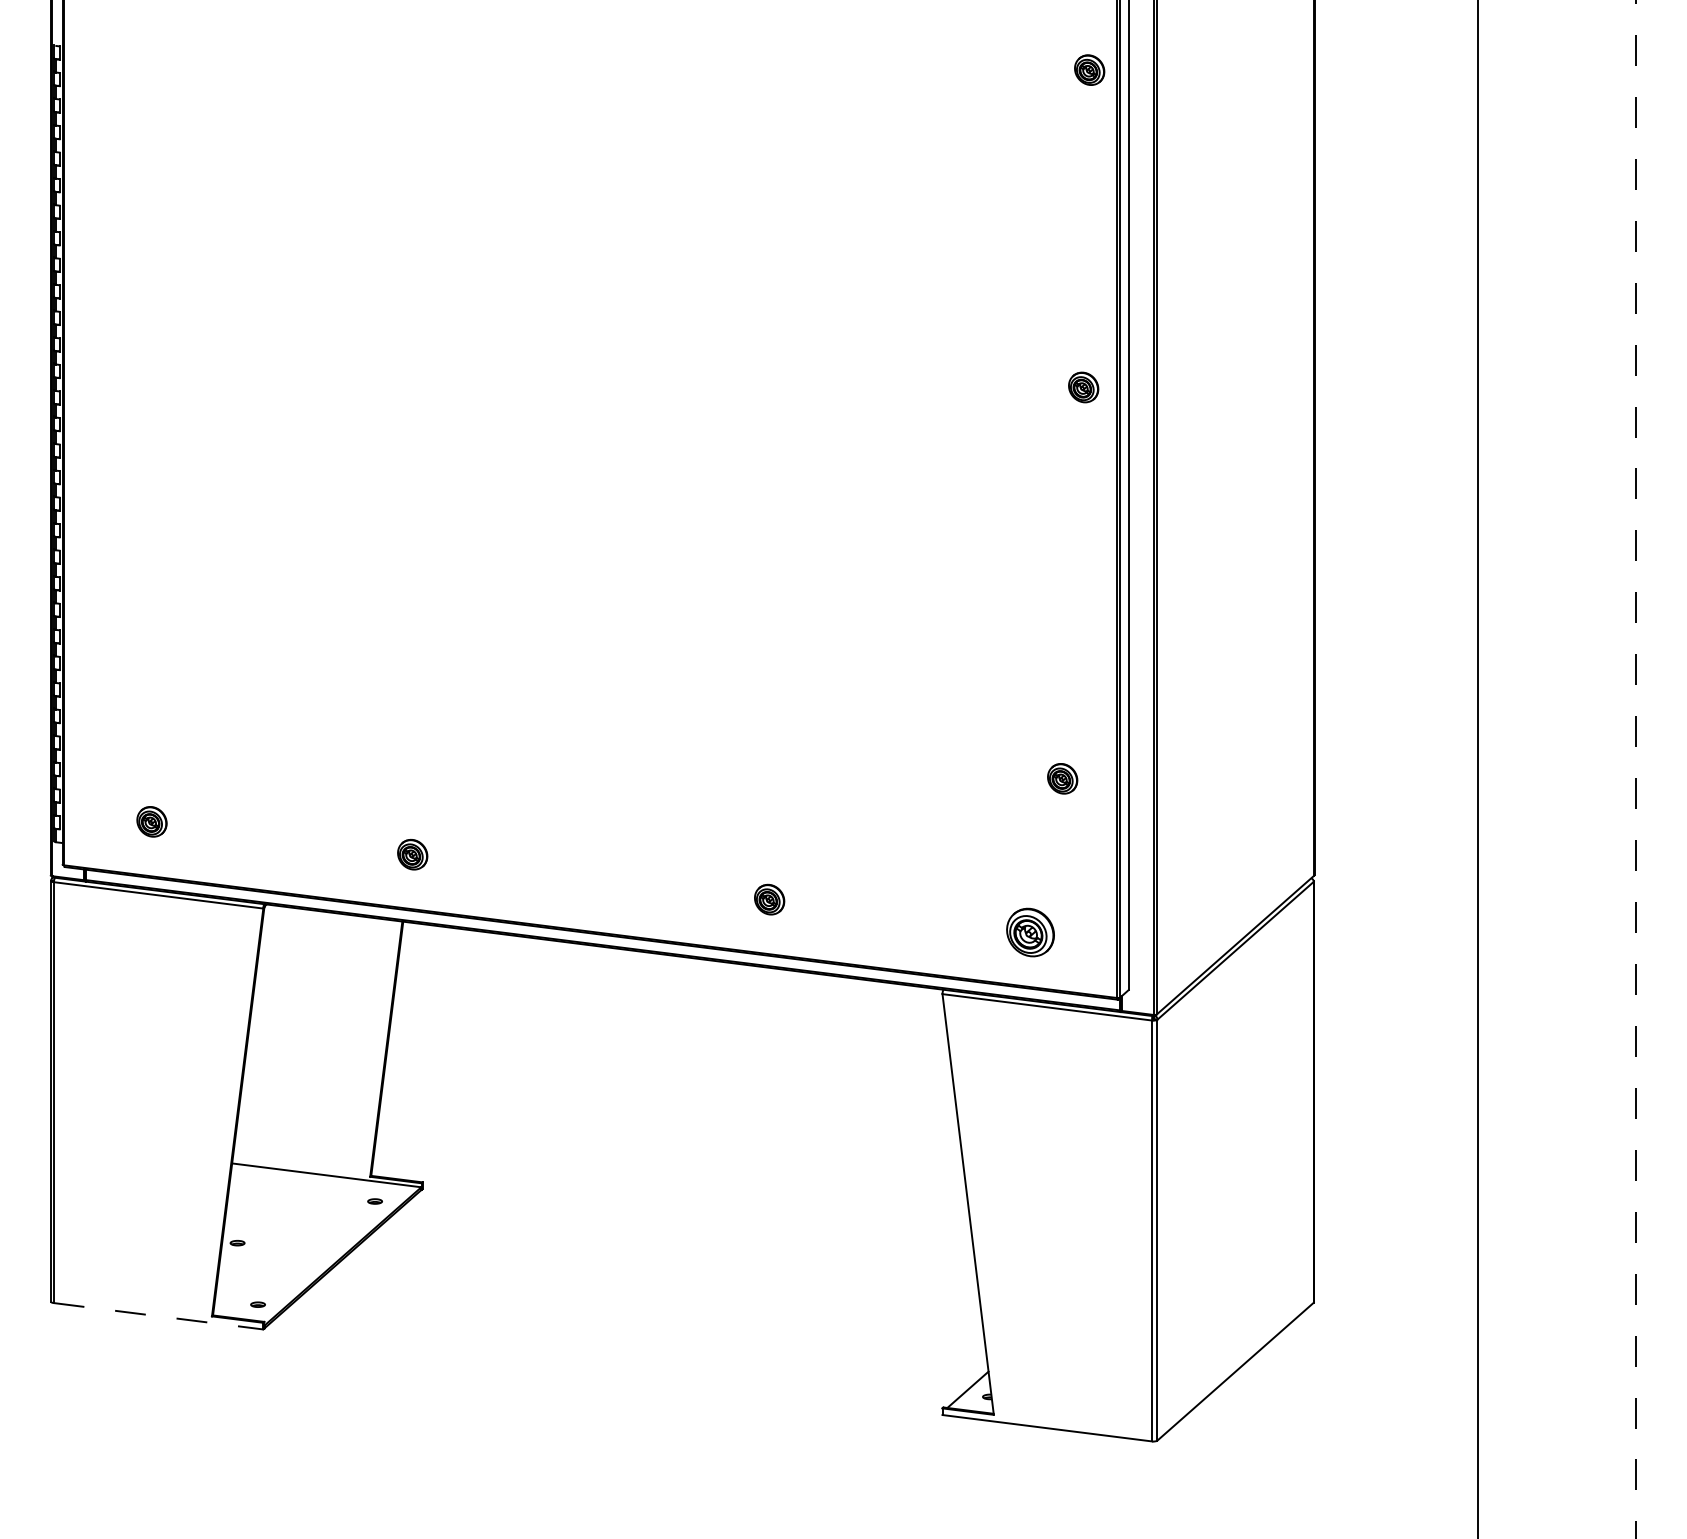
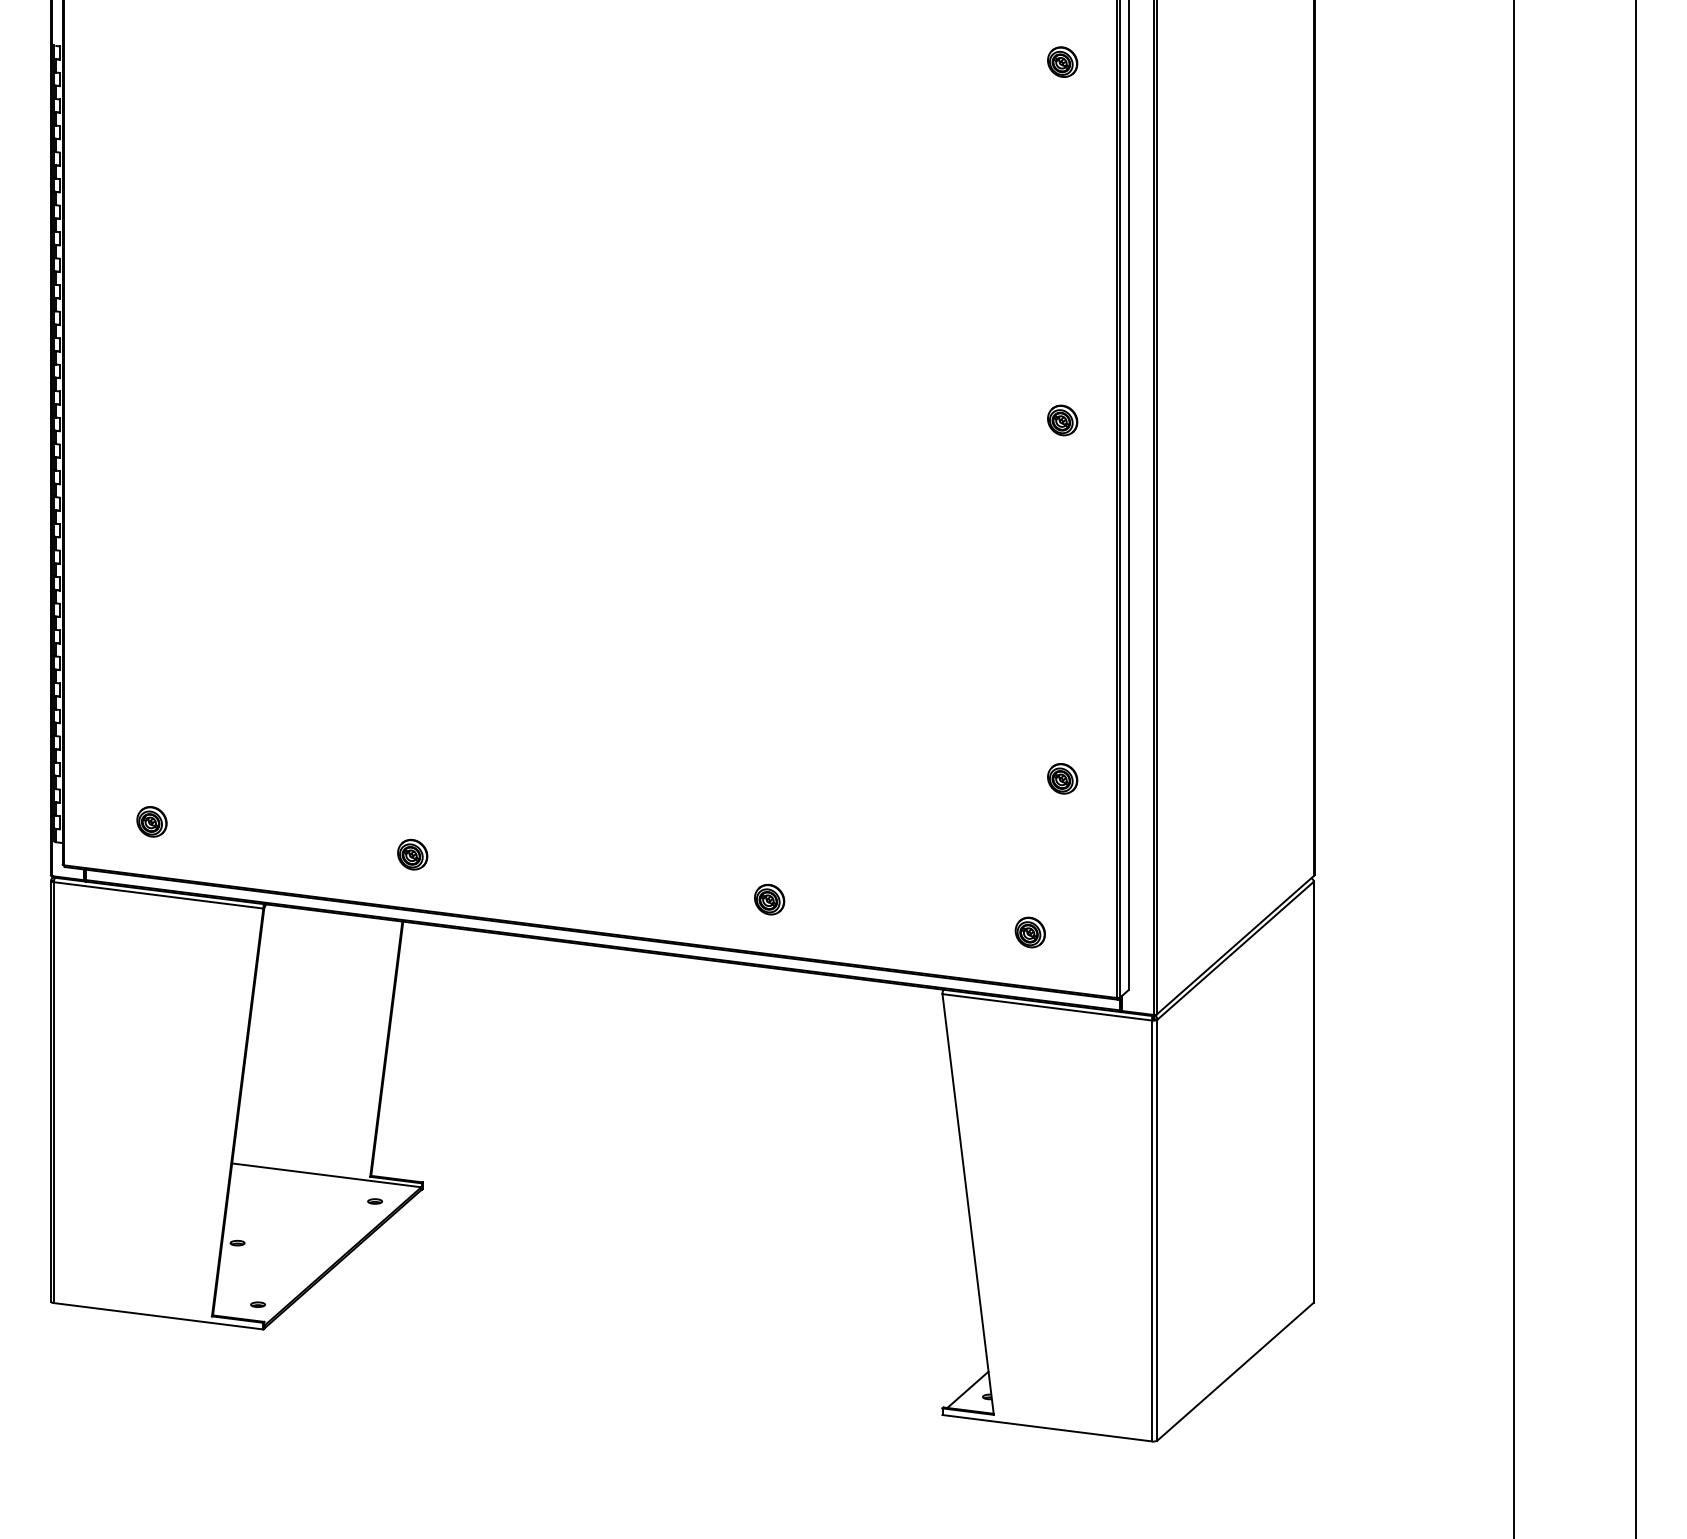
part at (1089, 69) position: (1089, 69) -> (1062, 61)
part at (1083, 387) position: (1083, 387) -> (1062, 420)
line at (1478, 768) position: (1478, 768) -> (1514, 768)
line at (1636, 769): dashed -> solid
part at (1030, 932) size: 49x51 px -> 32x33 px
line at (158, 1316): dashed -> solid
